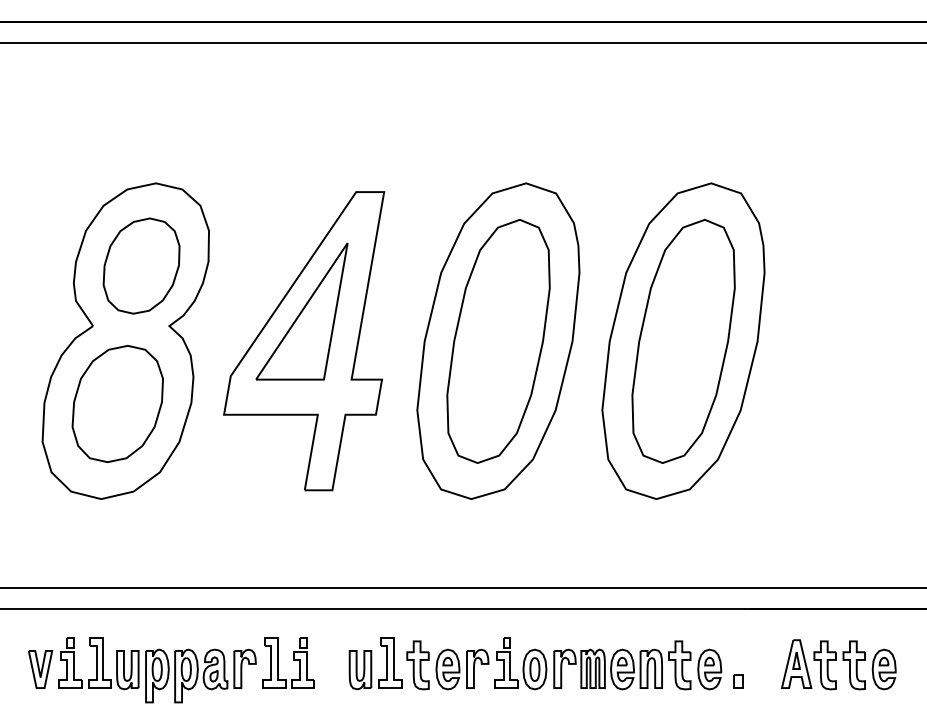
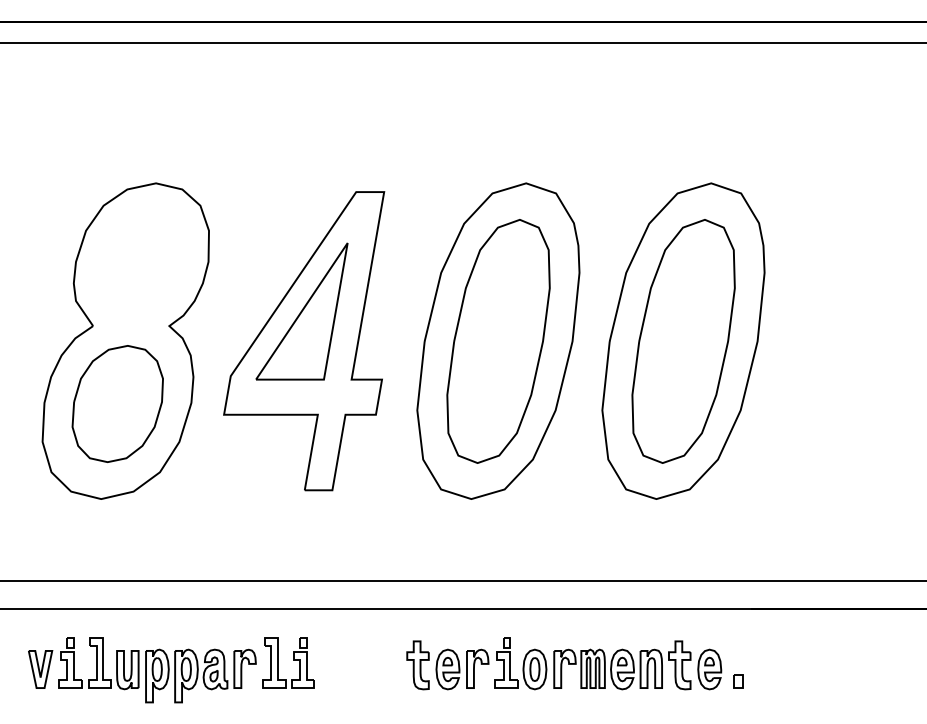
part at (141, 265): present -> none
line at (462, 587) position: (462, 587) -> (462, 580)
part at (375, 663): present -> none
part at (838, 664): present -> none
